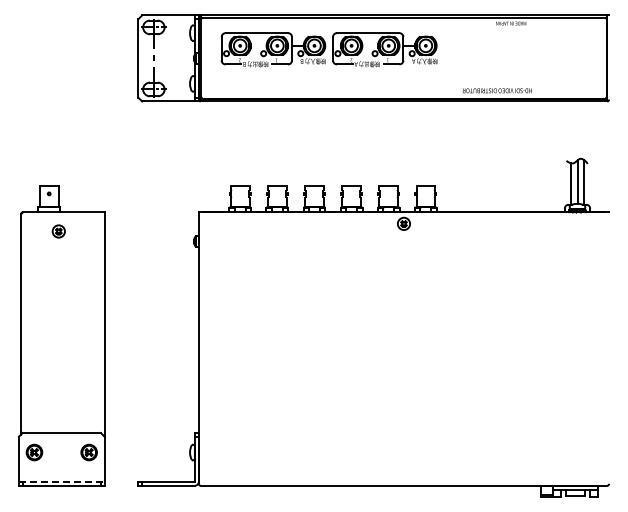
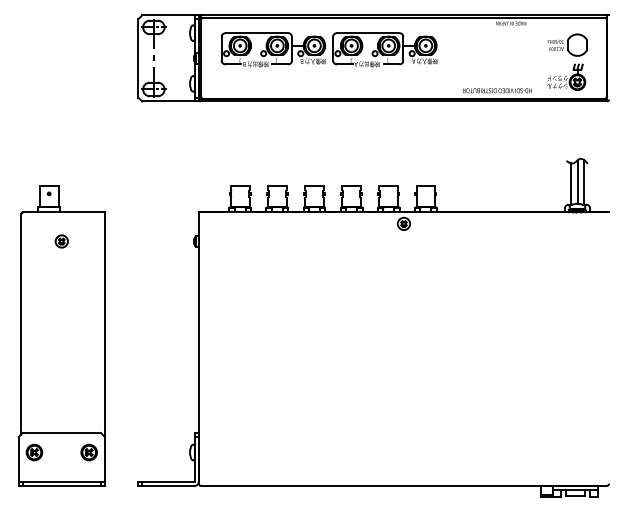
part at (571, 55): none -> present
part at (58, 231) position: (58, 231) -> (61, 241)
line at (61, 481): dashed -> solid
